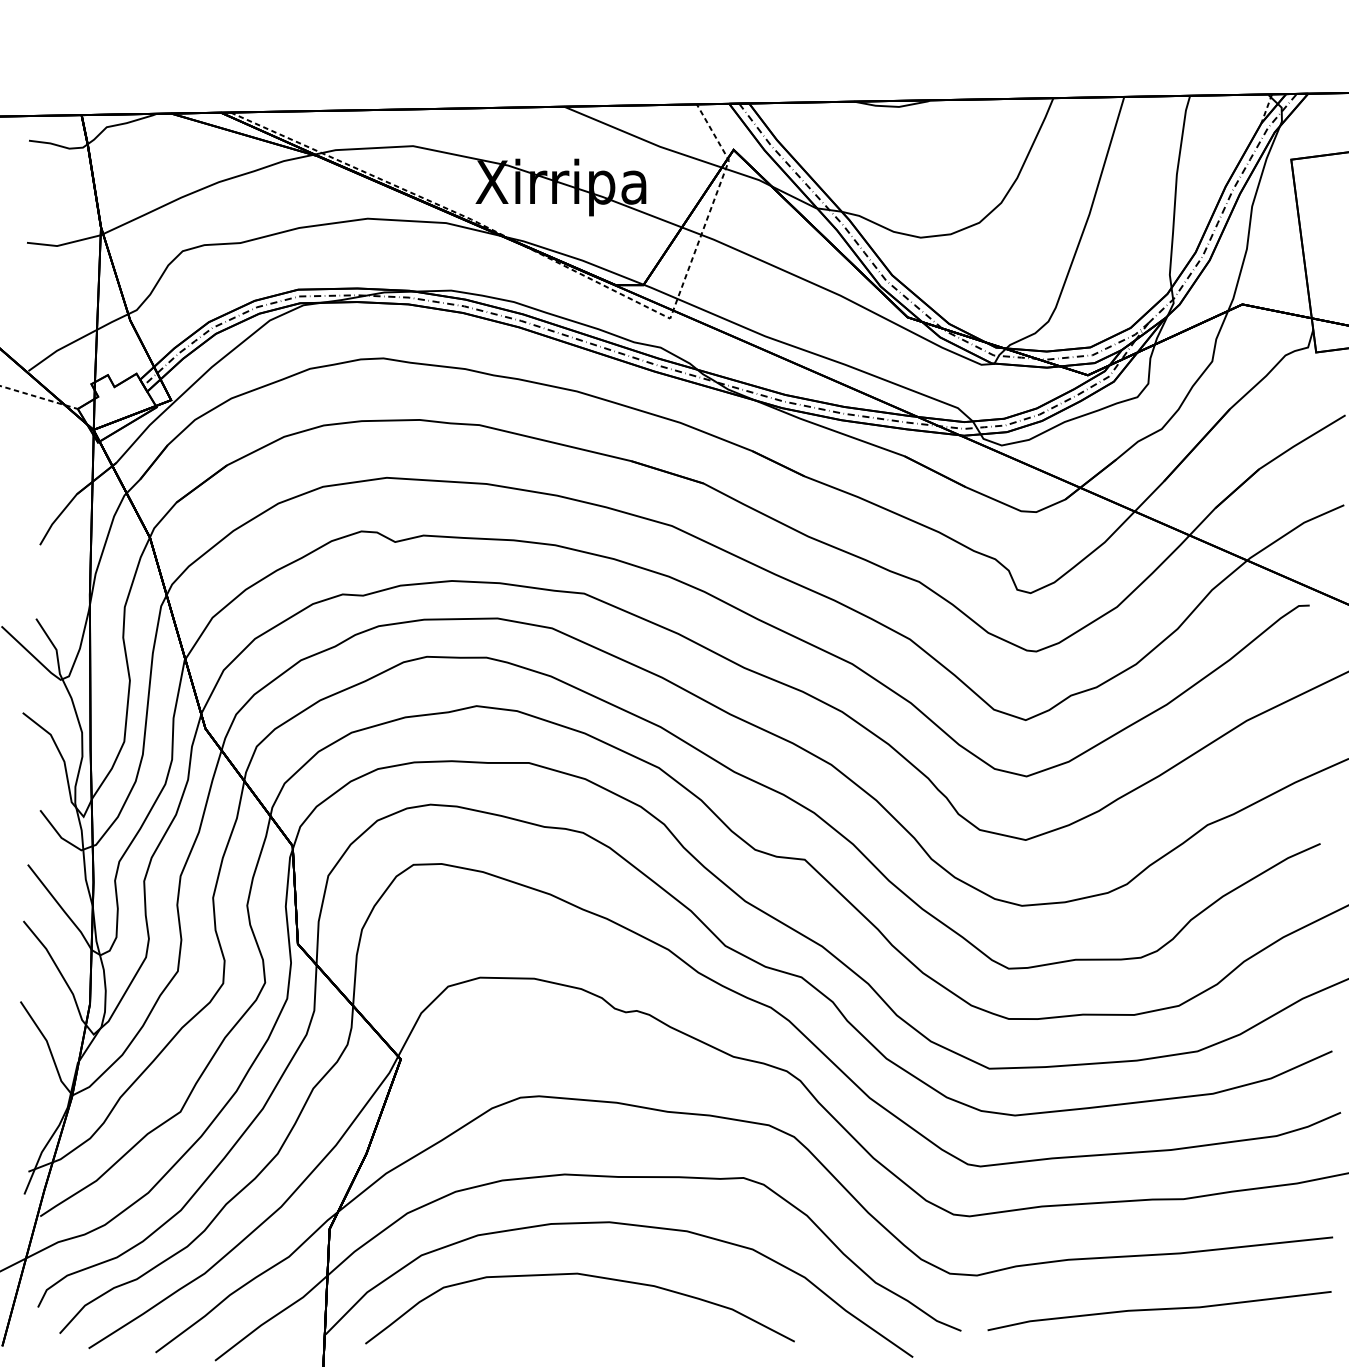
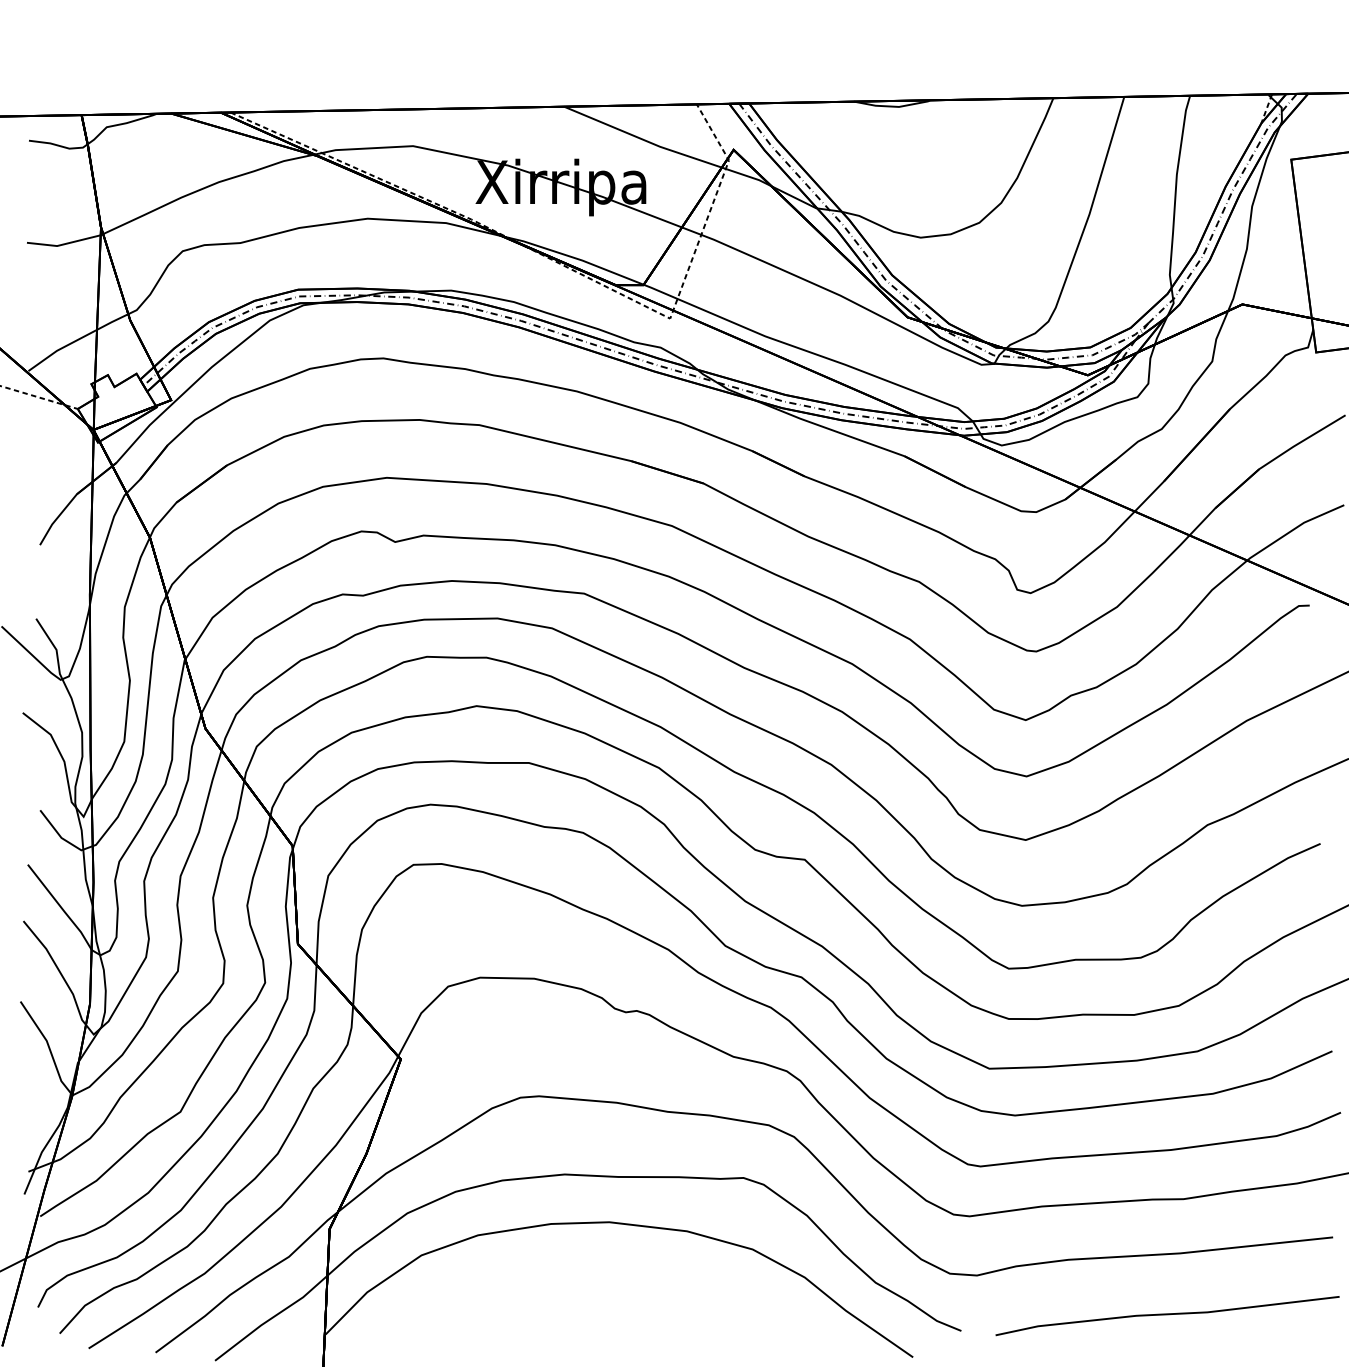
curve at (587, 1276): present -> none
line at (1159, 1310) position: (1159, 1310) -> (1167, 1315)
